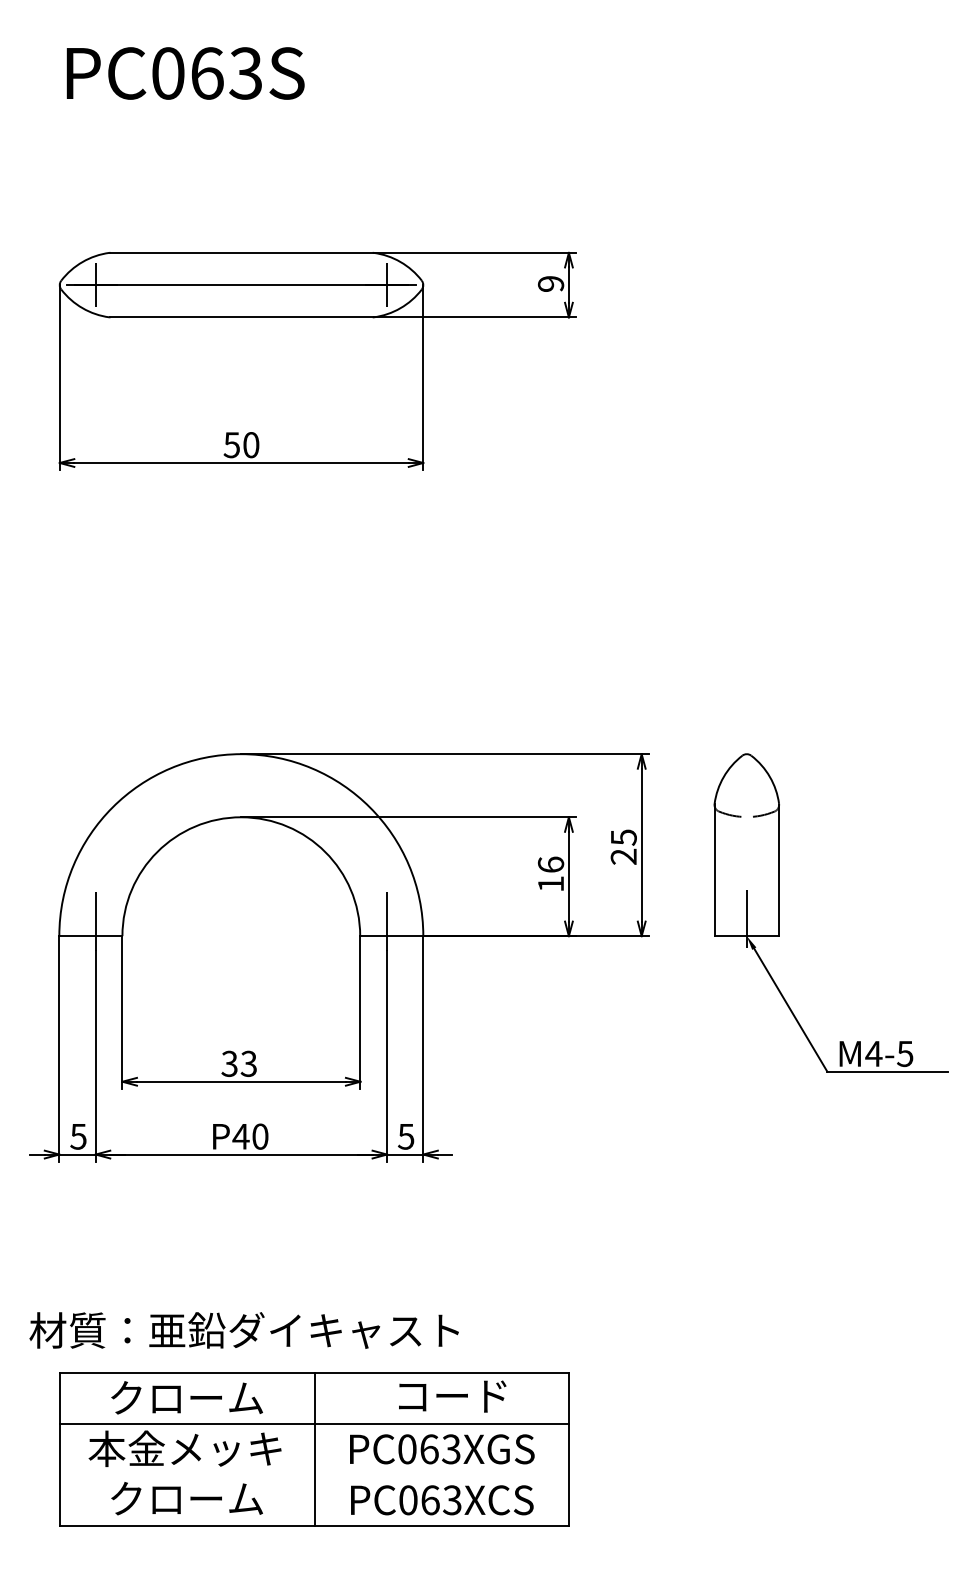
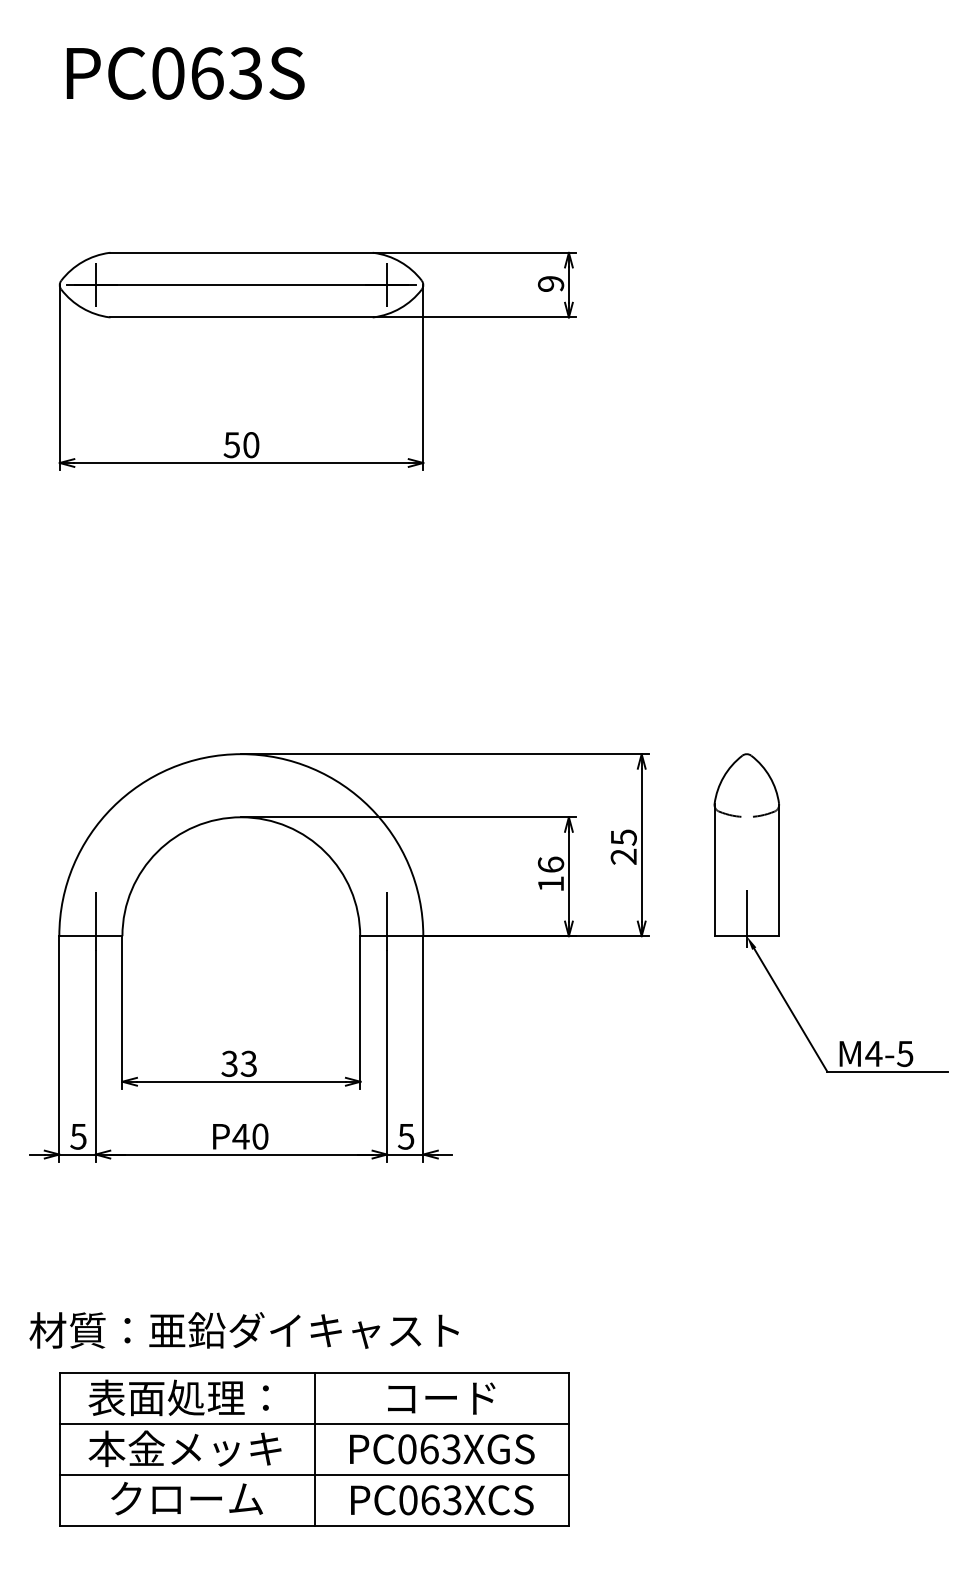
text at (452, 1396) position: (452, 1396) -> (441, 1398)
text at (178, 1397): クローム -> 表面処理：
line at (314, 1474): none -> present
